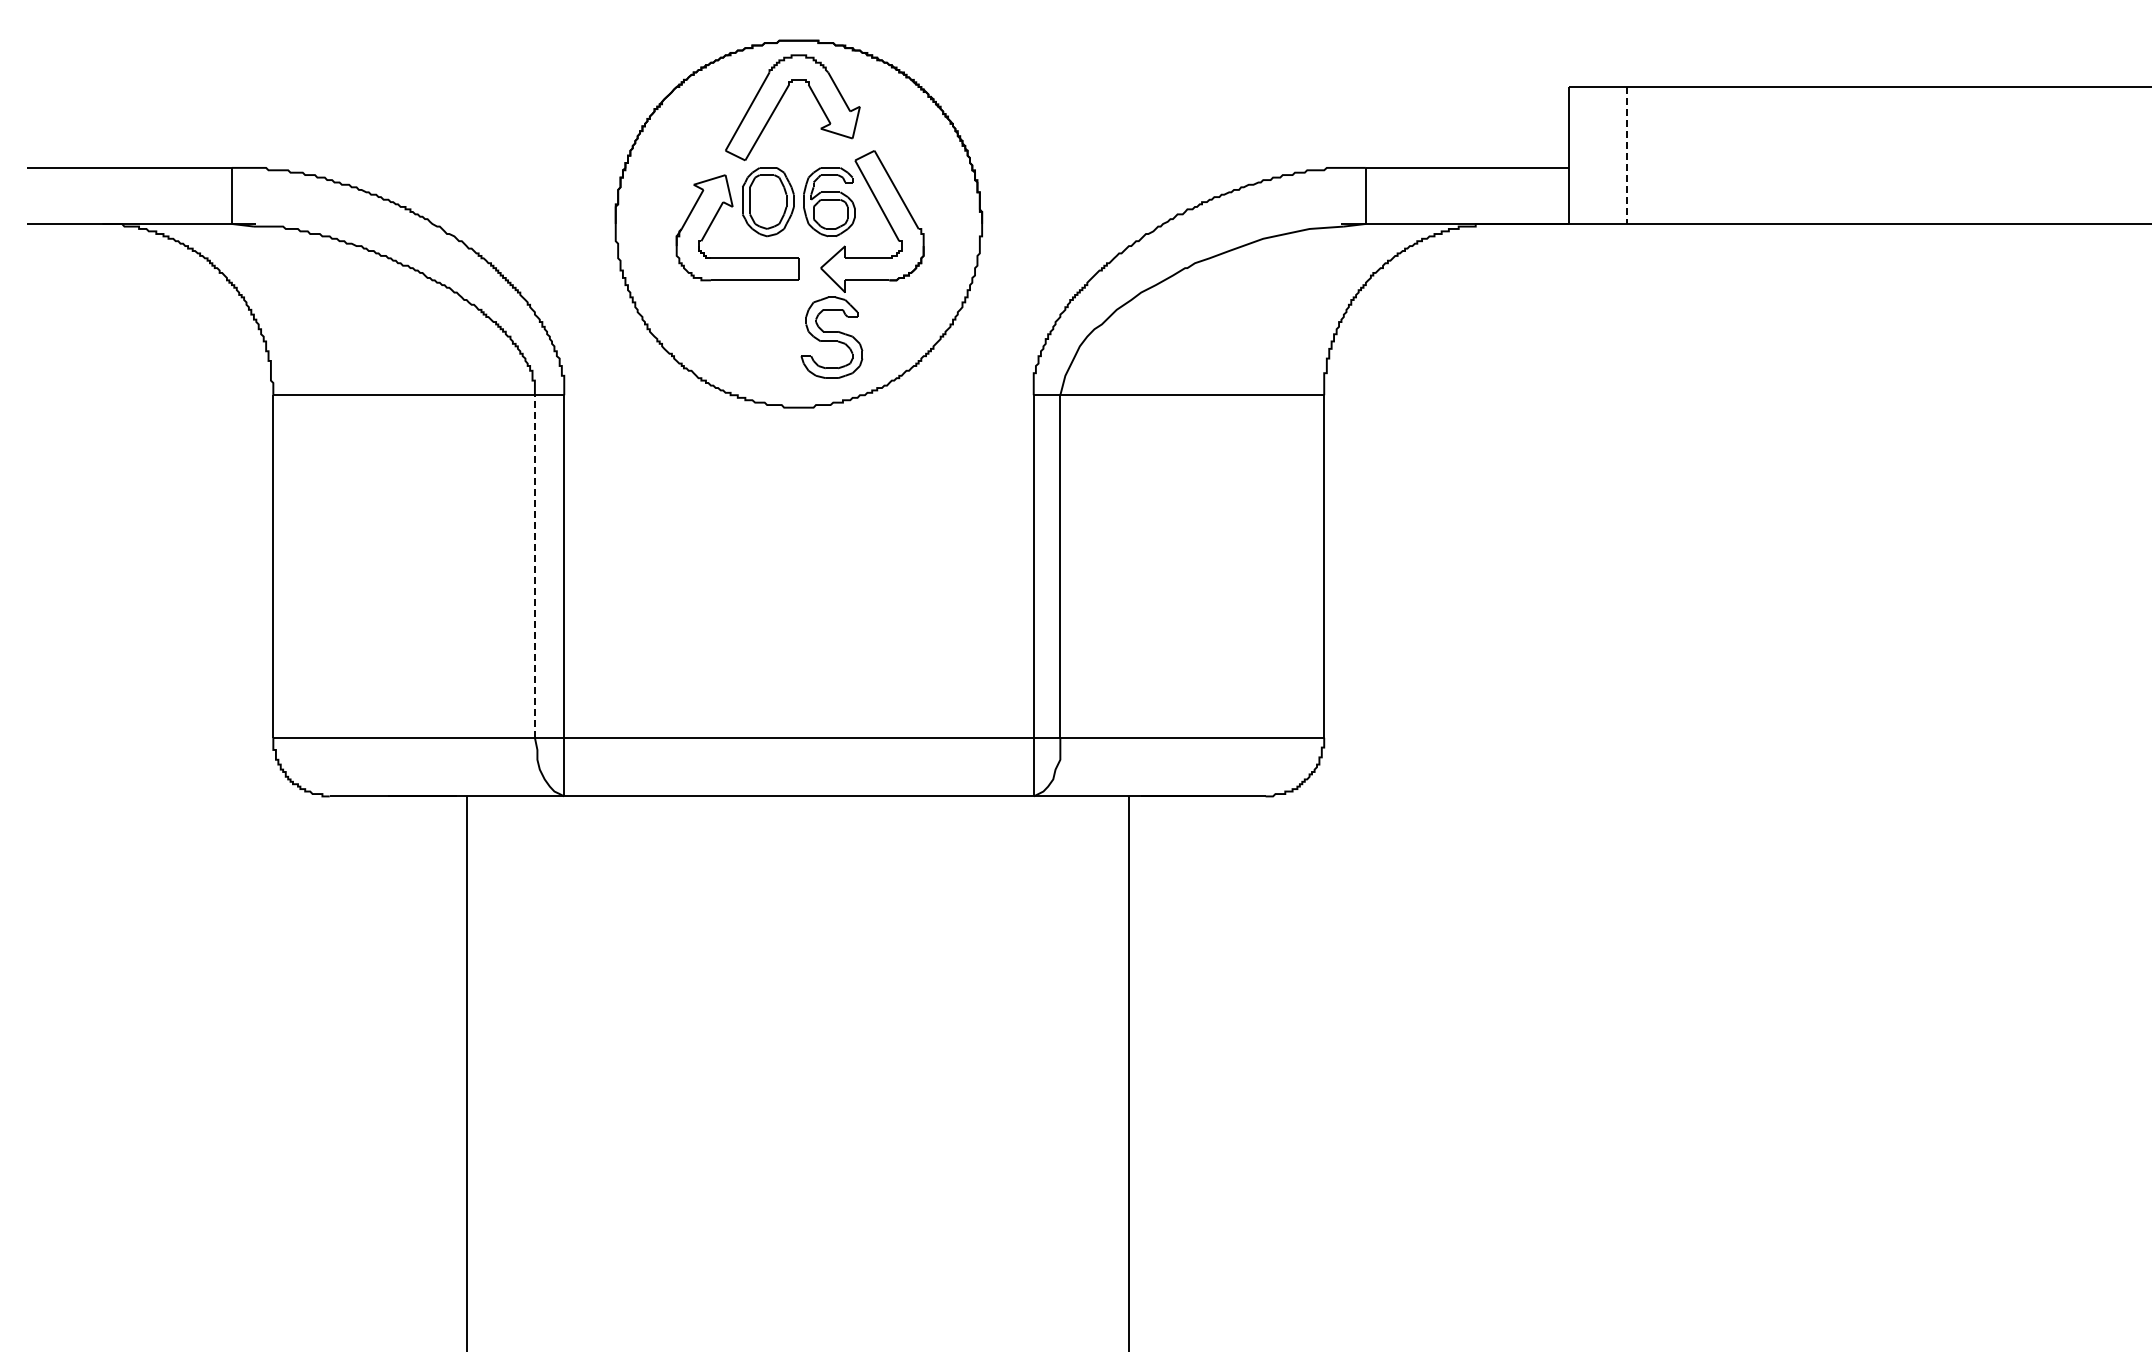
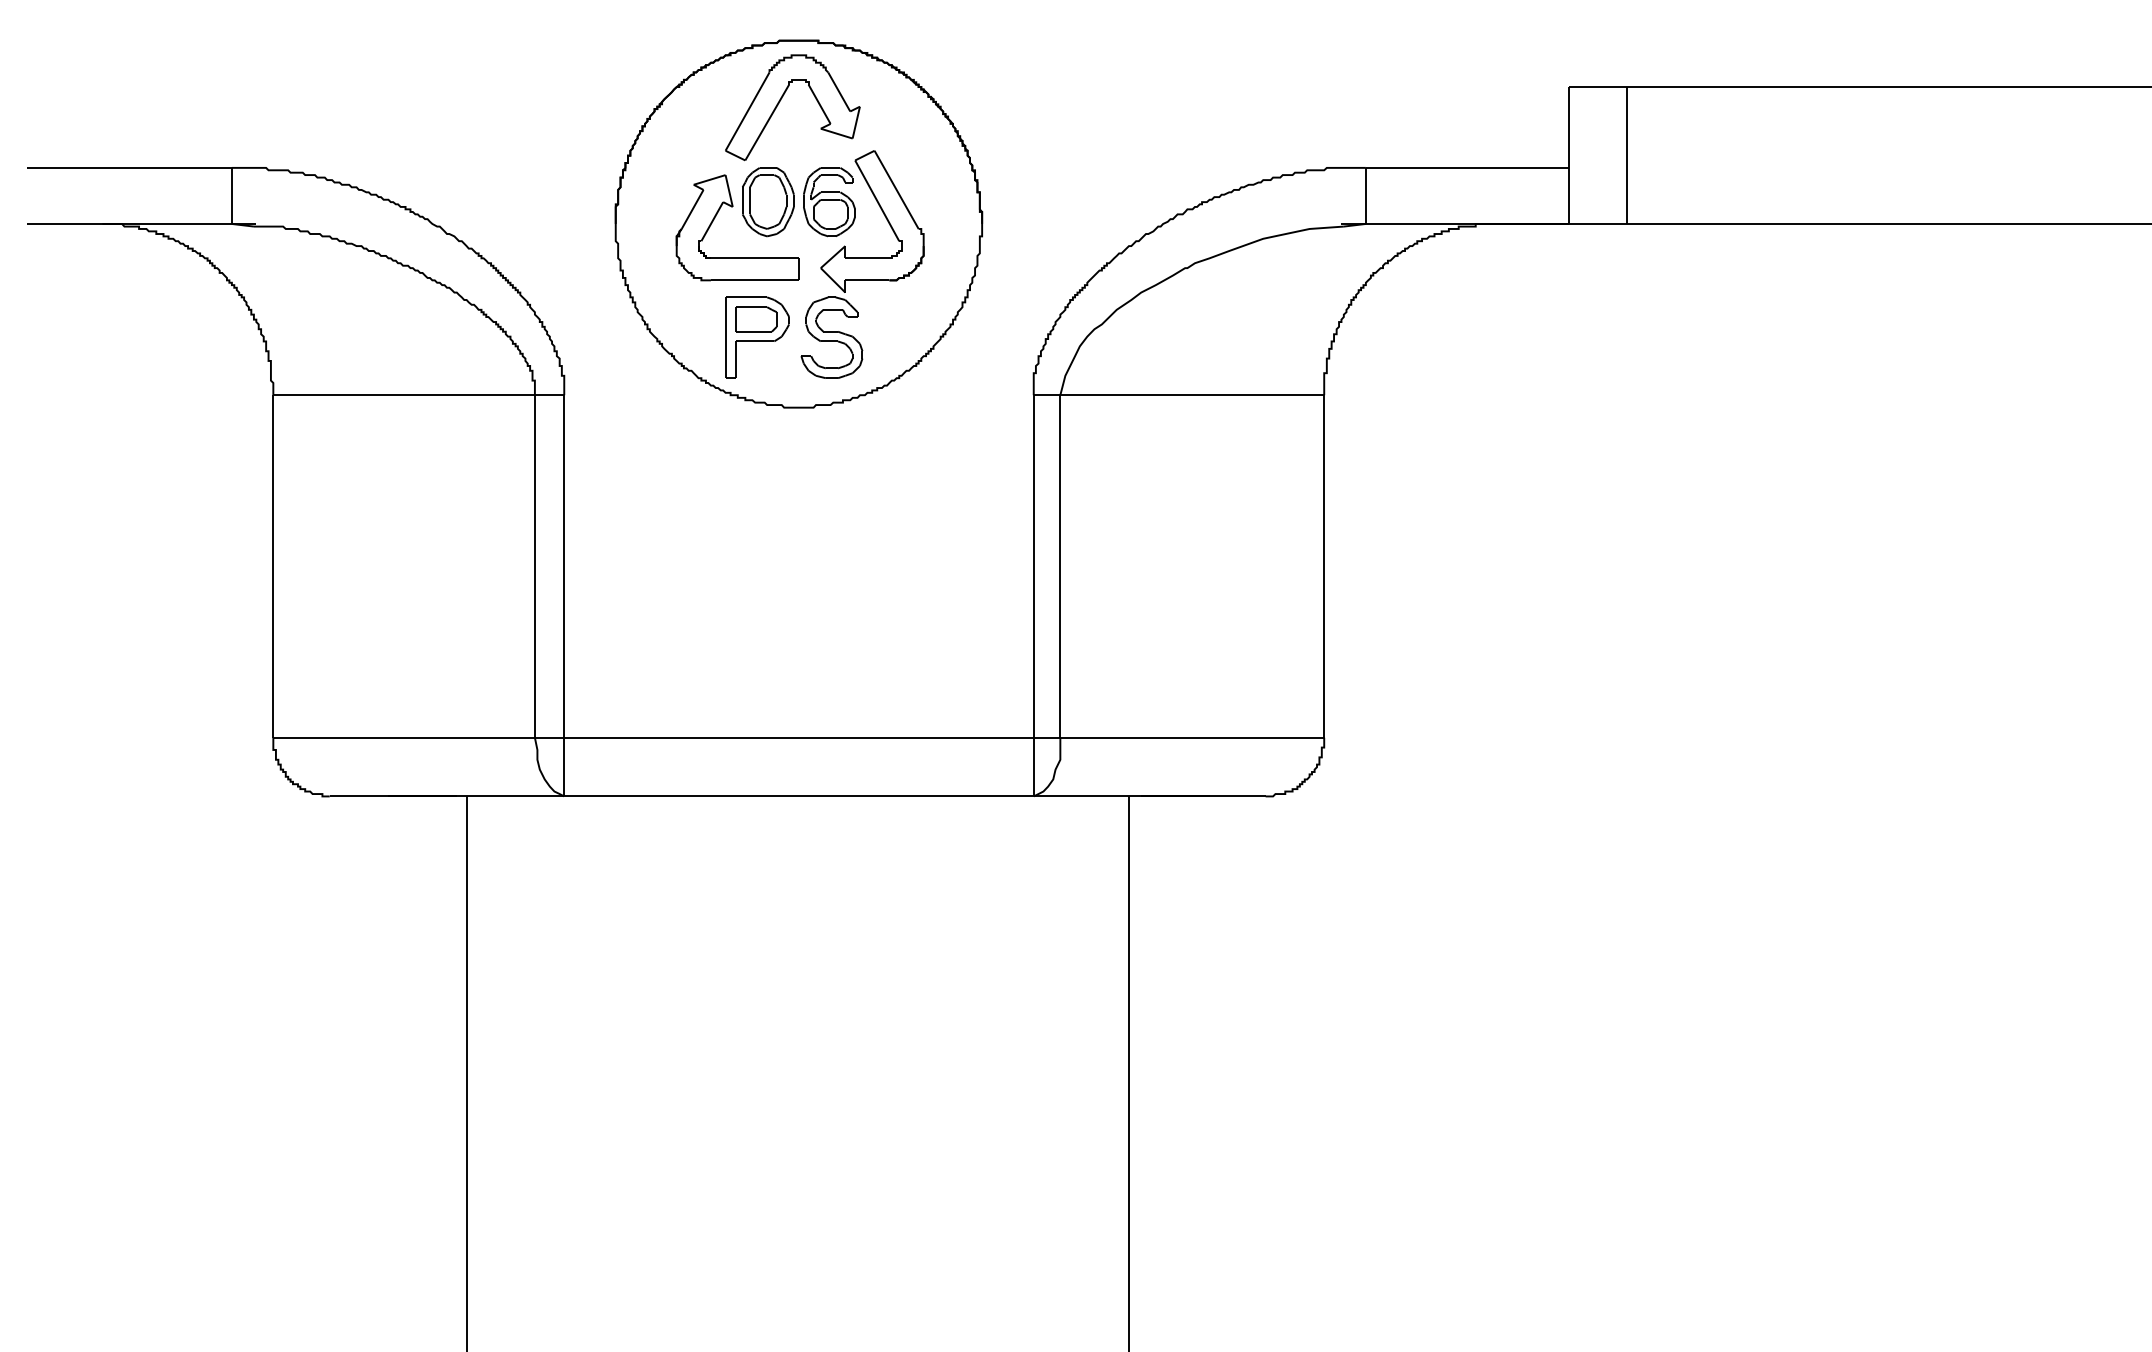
line at (1627, 156): dashed -> solid
part at (757, 337): none -> present
line at (534, 565): dashed -> solid
